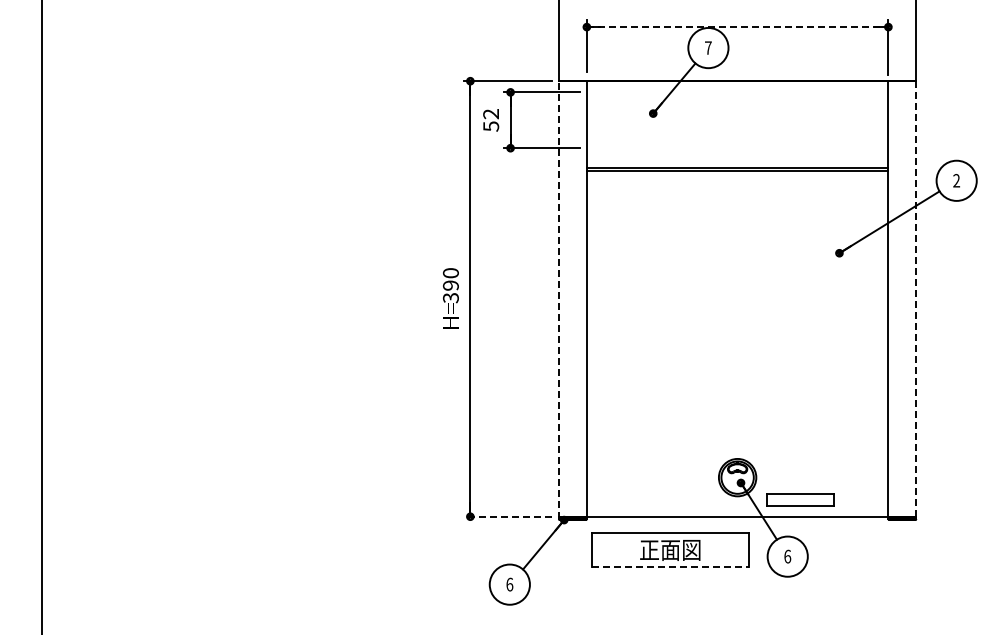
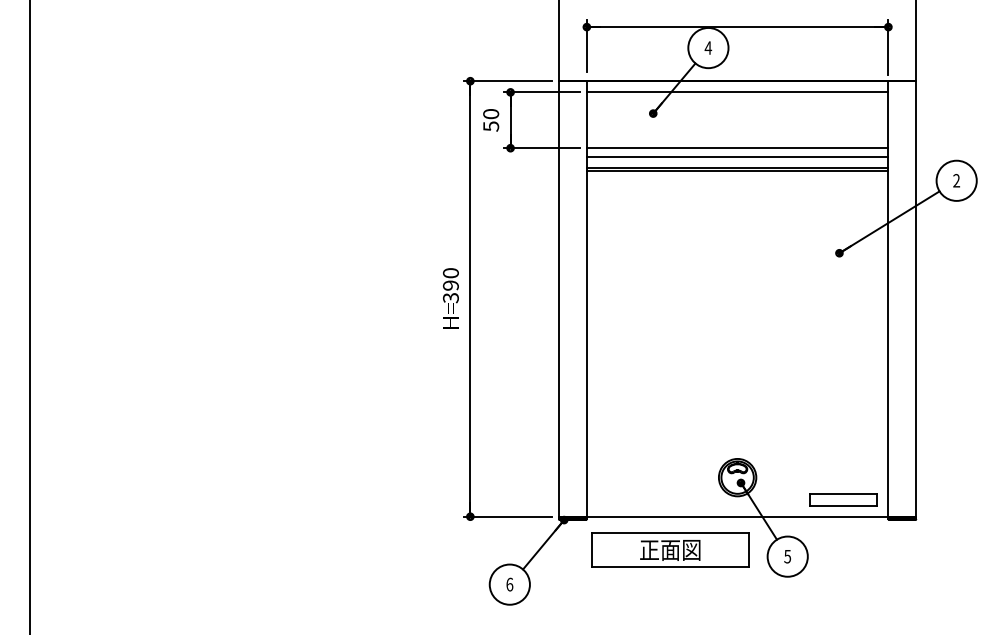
line at (737, 27): dashed -> solid
text at (708, 47): 7 -> 4
line at (737, 92): none -> present
text at (491, 114): 52 -> 50
line at (737, 148): none -> present
line at (737, 157): none -> present
line at (558, 300): dashed -> solid
line at (916, 300): dashed -> solid
line at (42, 316) position: (42, 316) -> (30, 316)
part at (800, 499) position: (800, 499) -> (843, 499)
line at (507, 516): dashed -> solid
text at (787, 556): 6 -> 5
line at (671, 566): dashed -> solid
